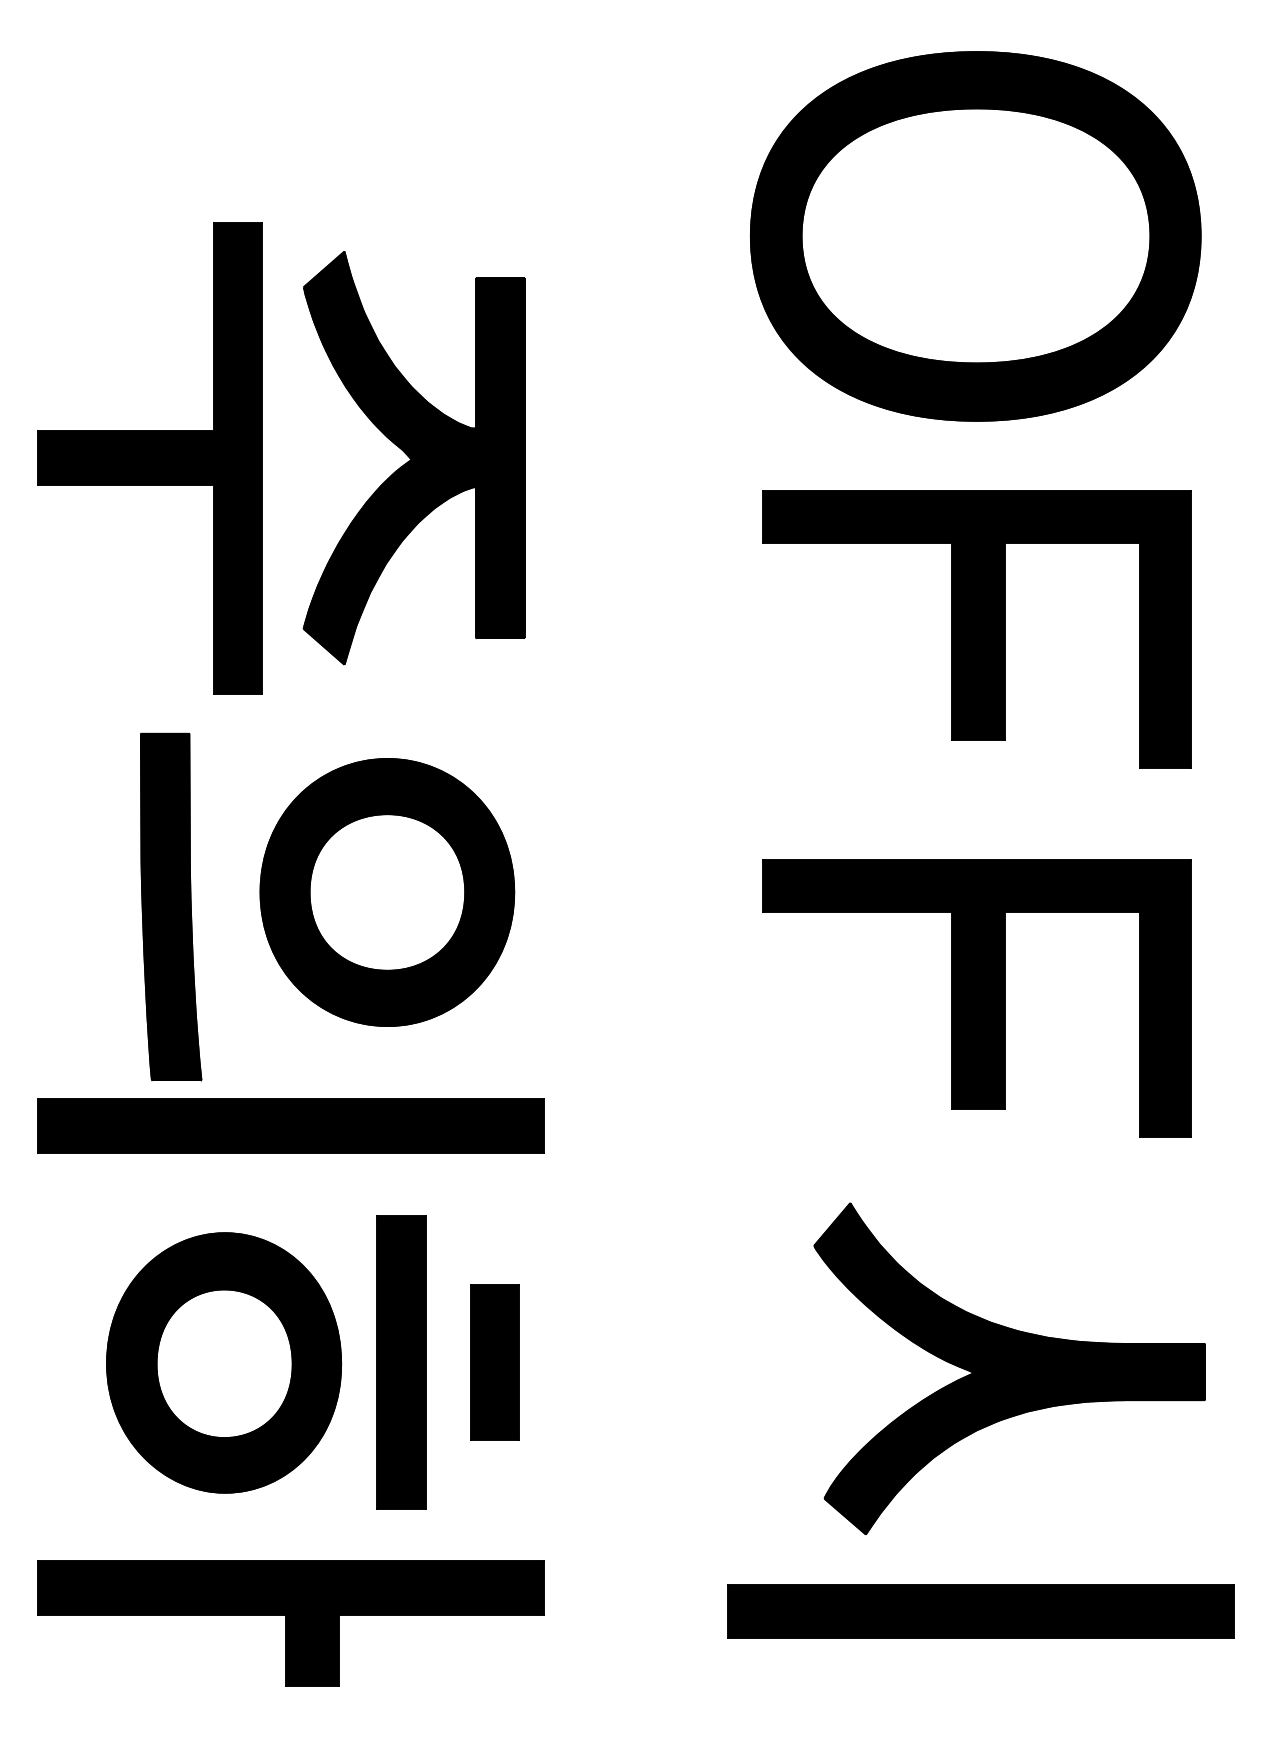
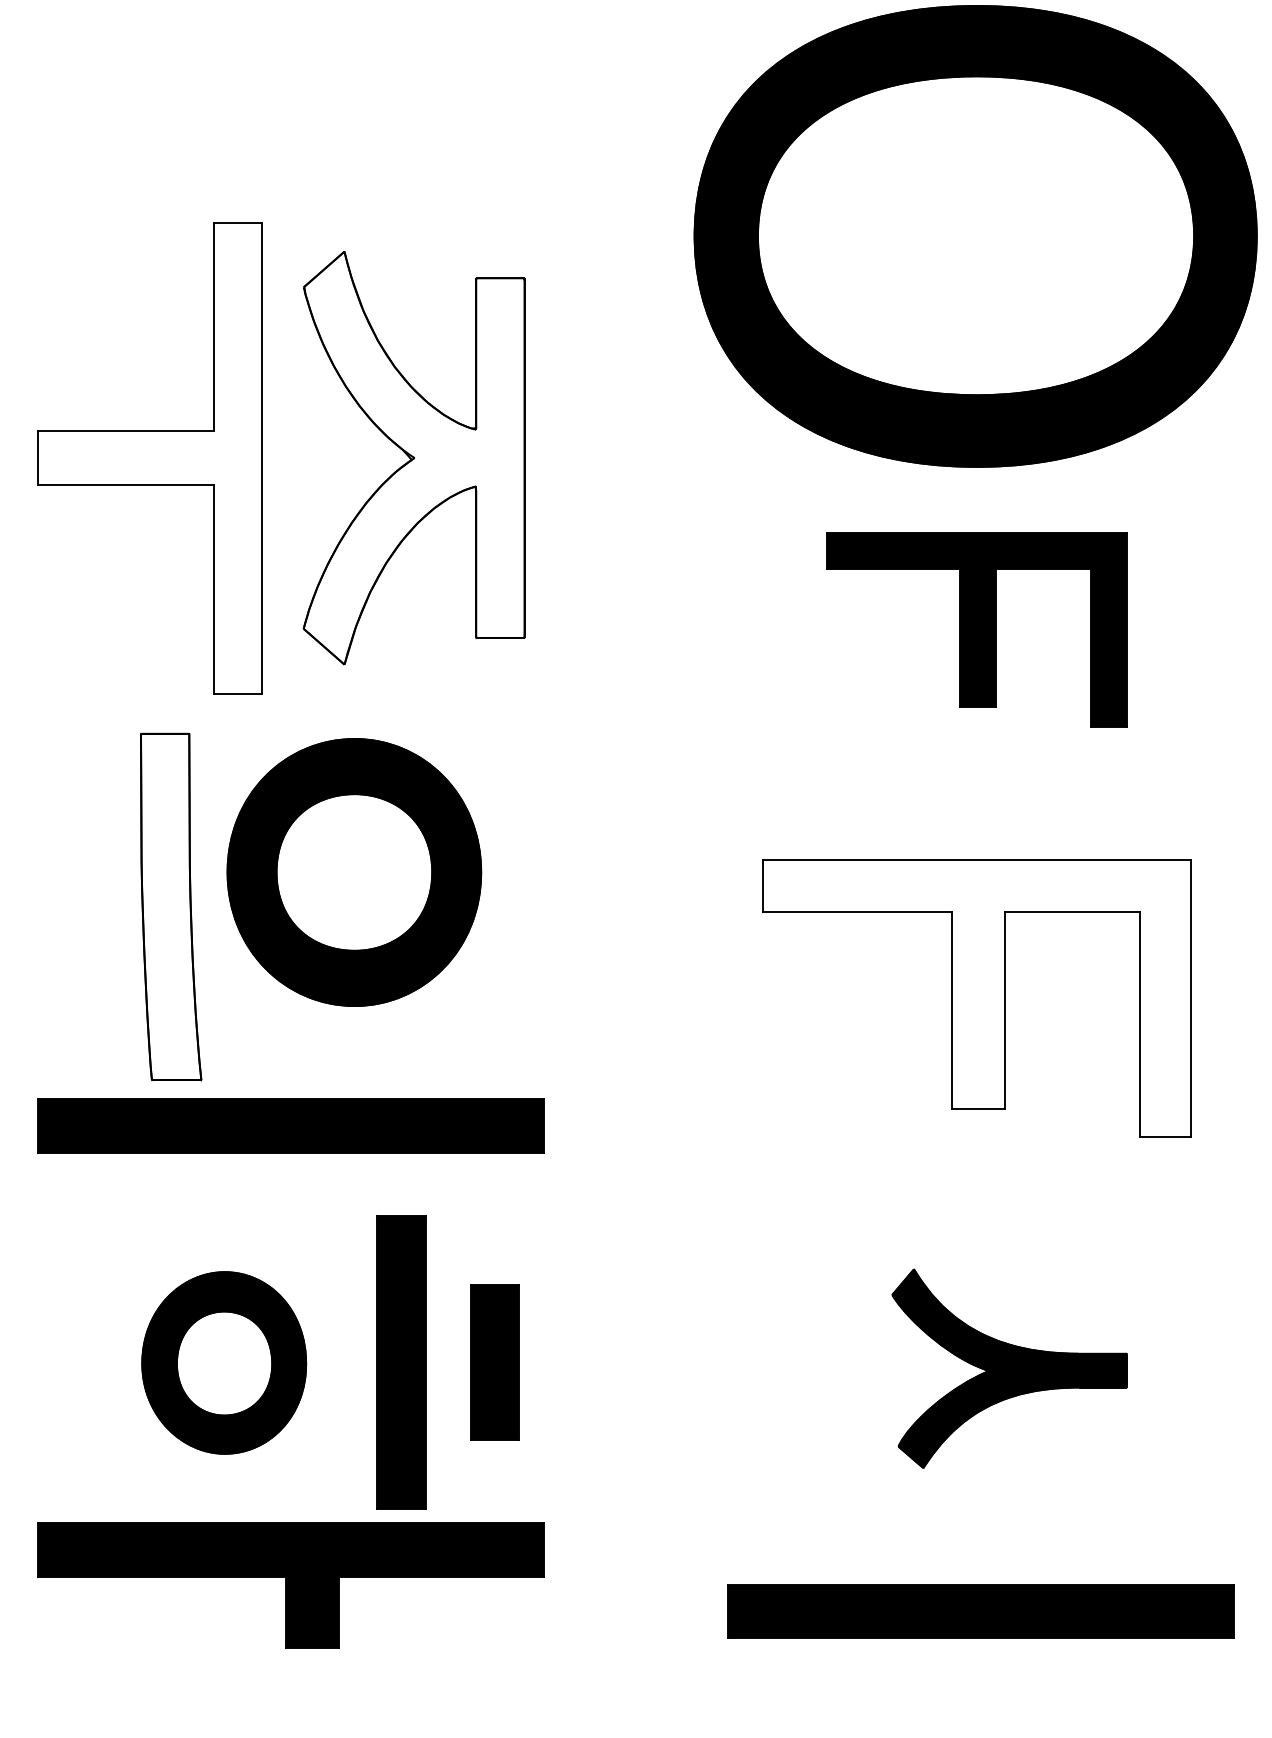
part at (975, 236) size: 452x371 px -> 565x463 px
fill at (149, 457): present -> none
fill at (413, 457): present -> none
part at (976, 629) size: 430x279 px -> 302x196 px
part at (387, 892) position: (387, 892) -> (354, 872)
fill at (171, 906): present -> none
fill at (977, 998): present -> none
part at (224, 1362) size: 237x262 px -> 167x184 px
part at (1009, 1368) size: 393x333 px -> 237x201 px
part at (290, 1623) position: (290, 1623) -> (290, 1585)
